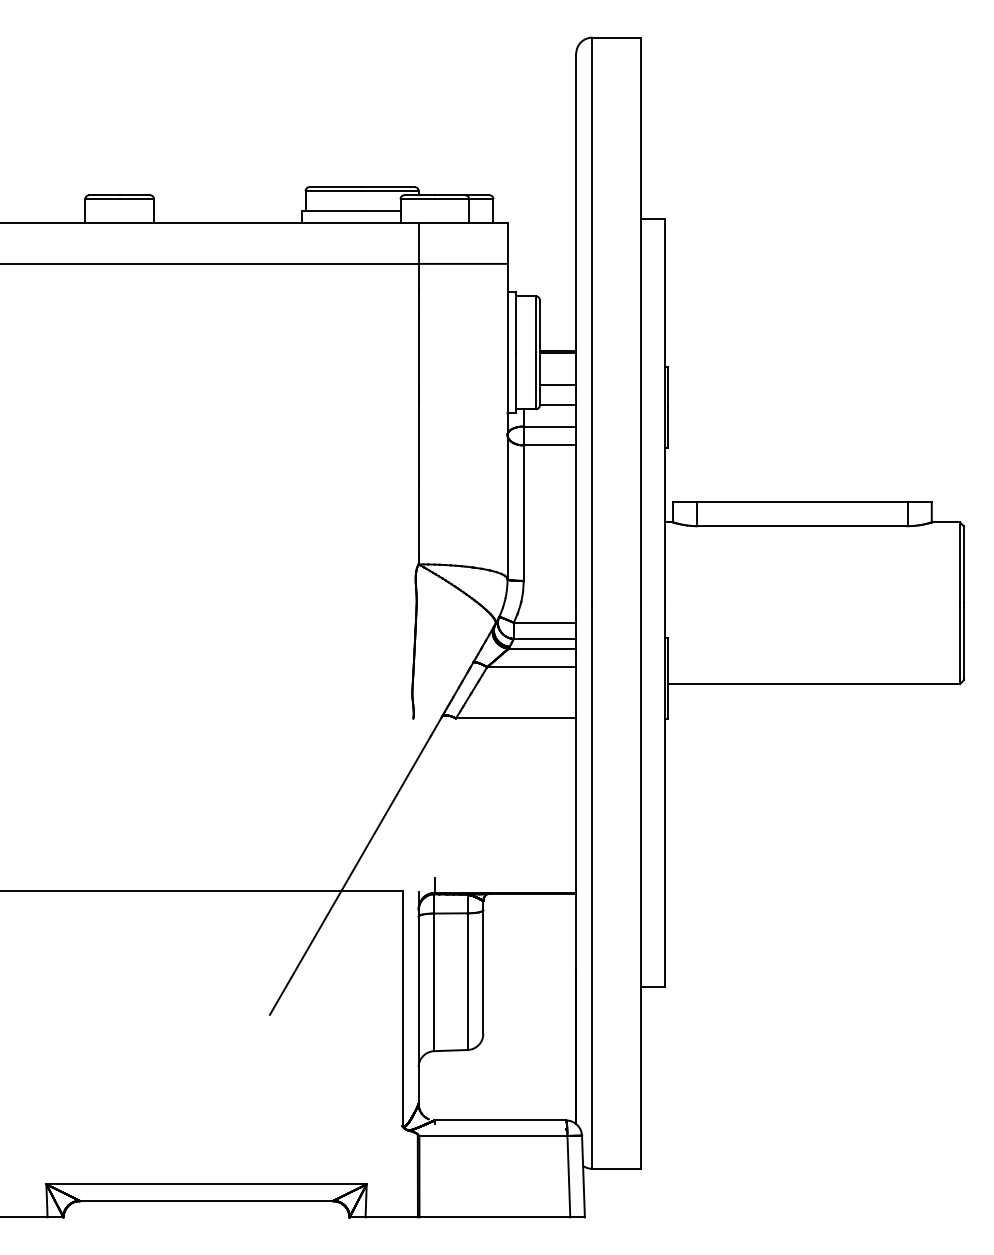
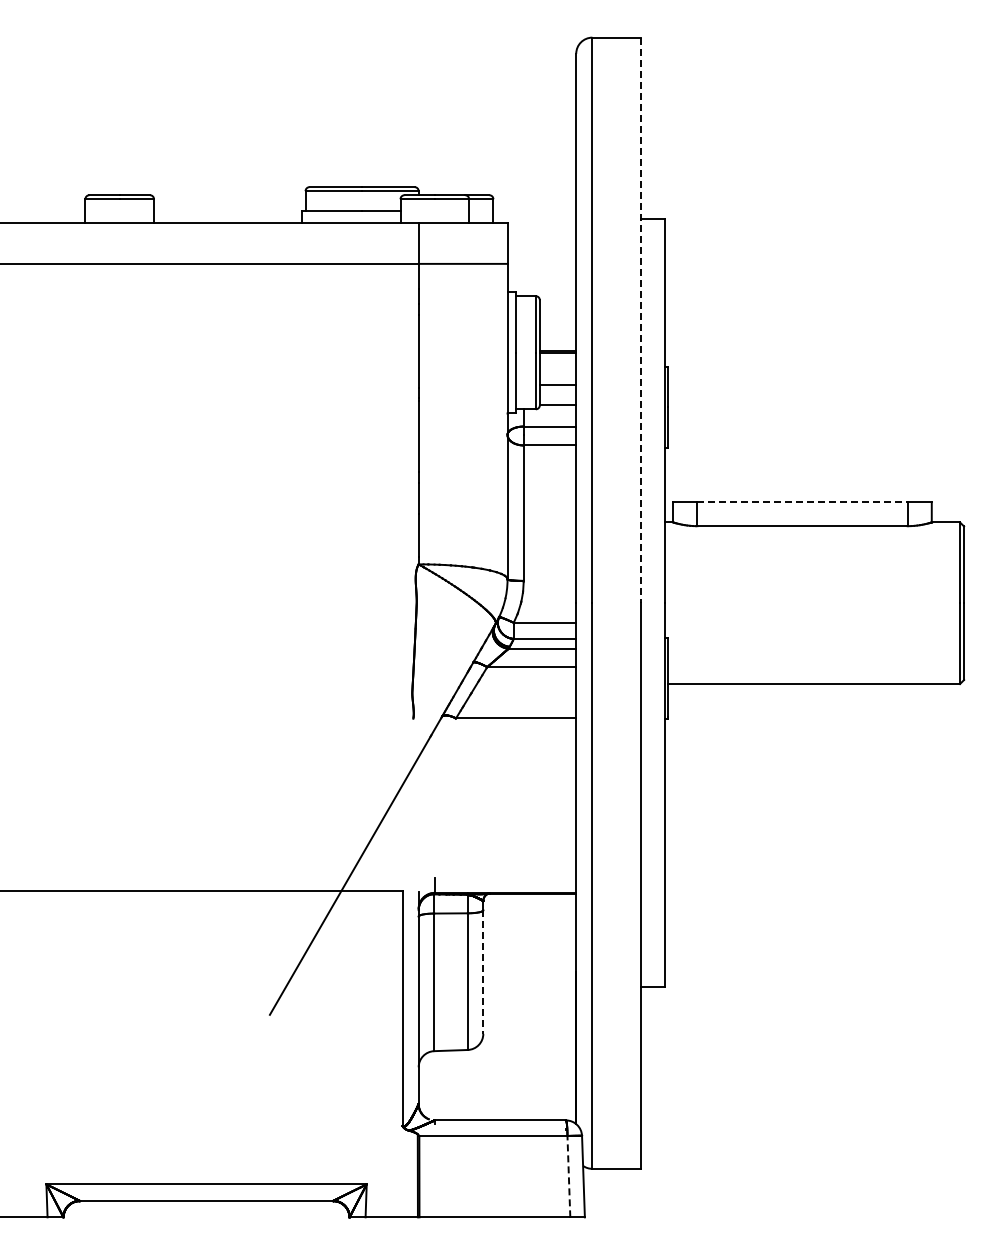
line at (640, 320): solid -> dashed
line at (802, 502): solid -> dashed
line at (483, 972): solid -> dashed
line at (568, 1176): solid -> dashed
